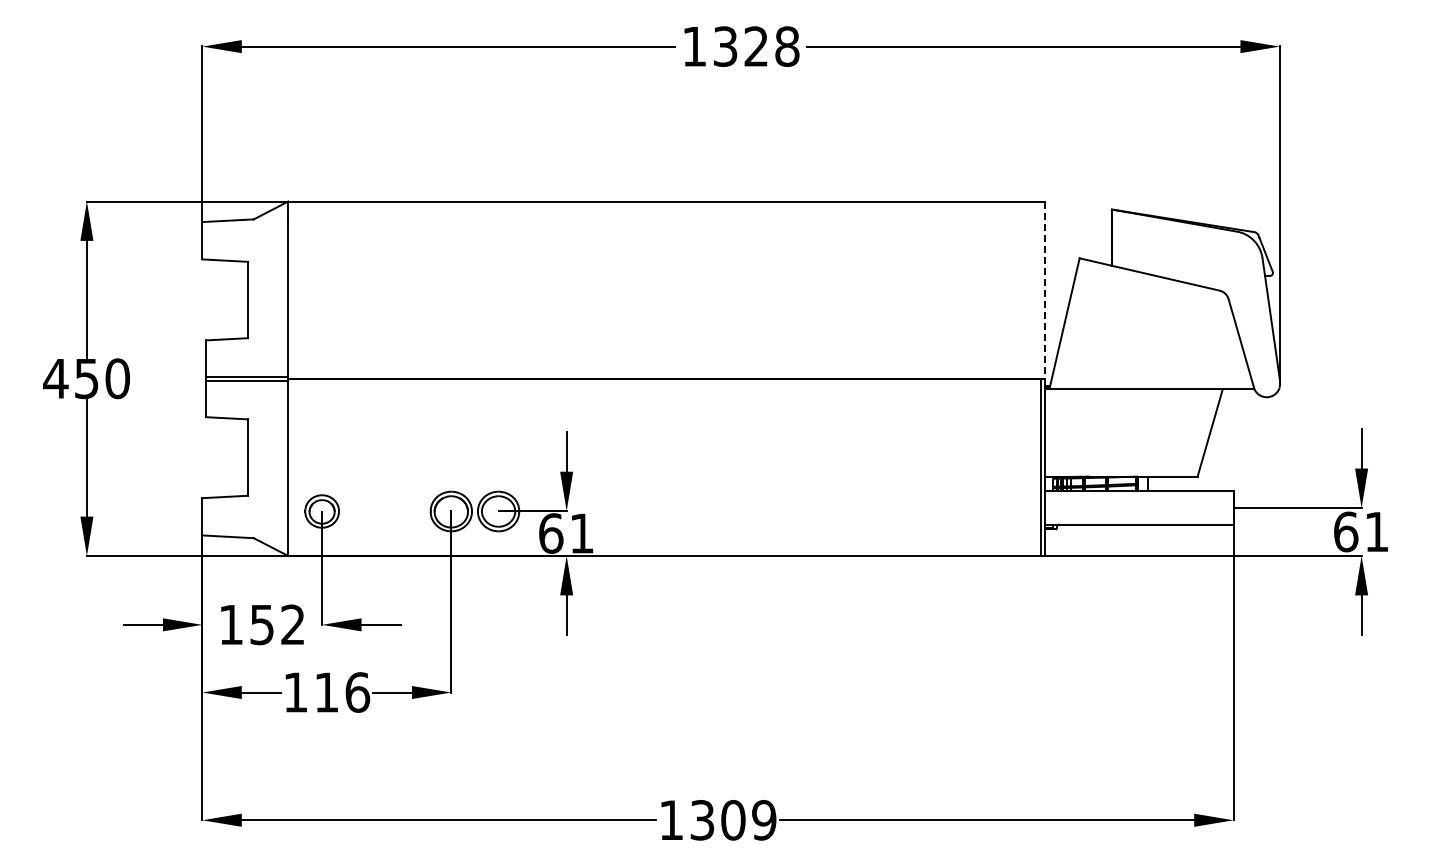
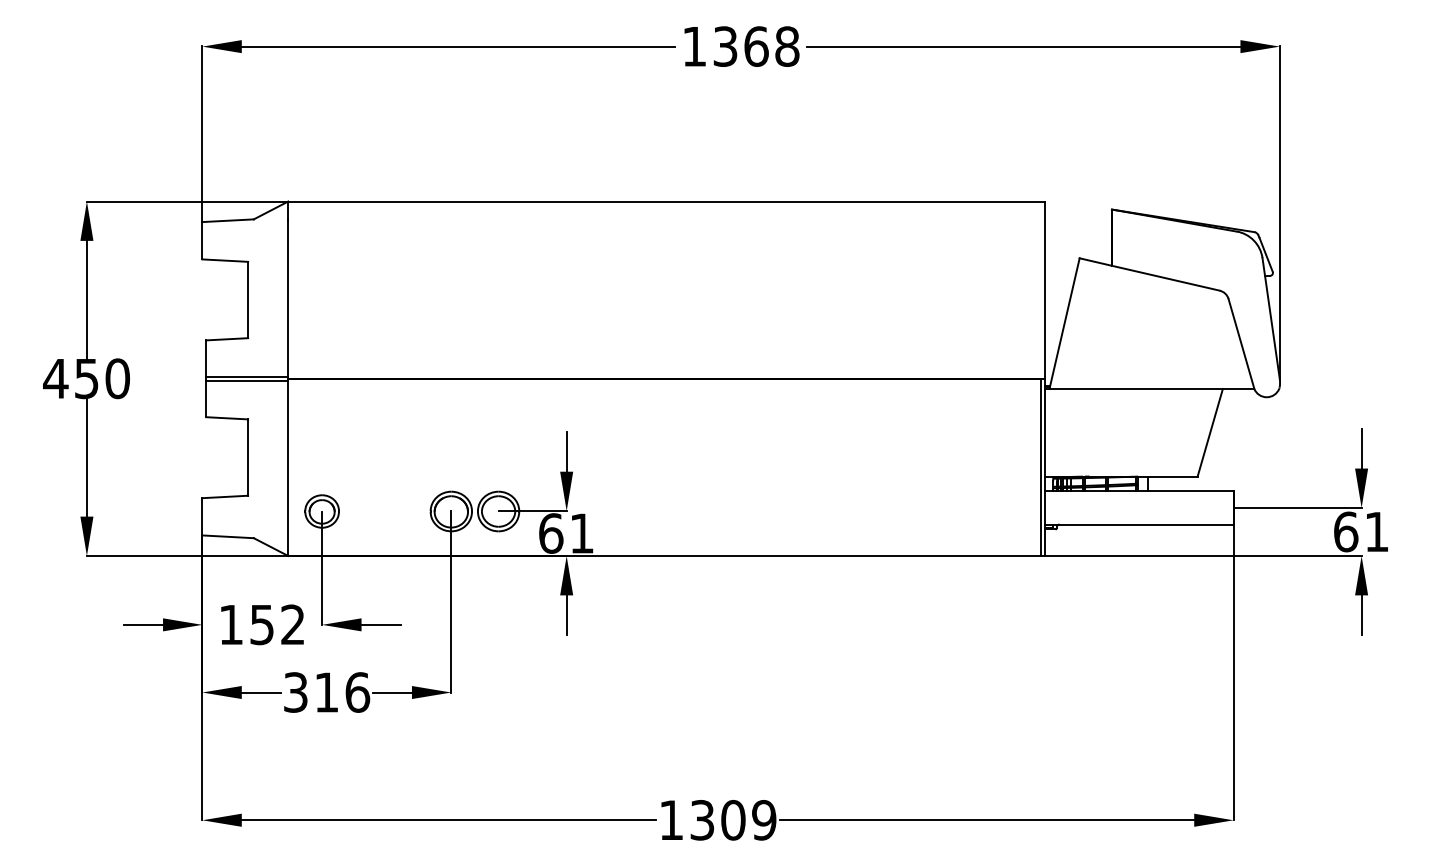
text at (756, 46): 1328 -> 1368
line at (1045, 290): dashed -> solid
text at (295, 692): 116 -> 316
